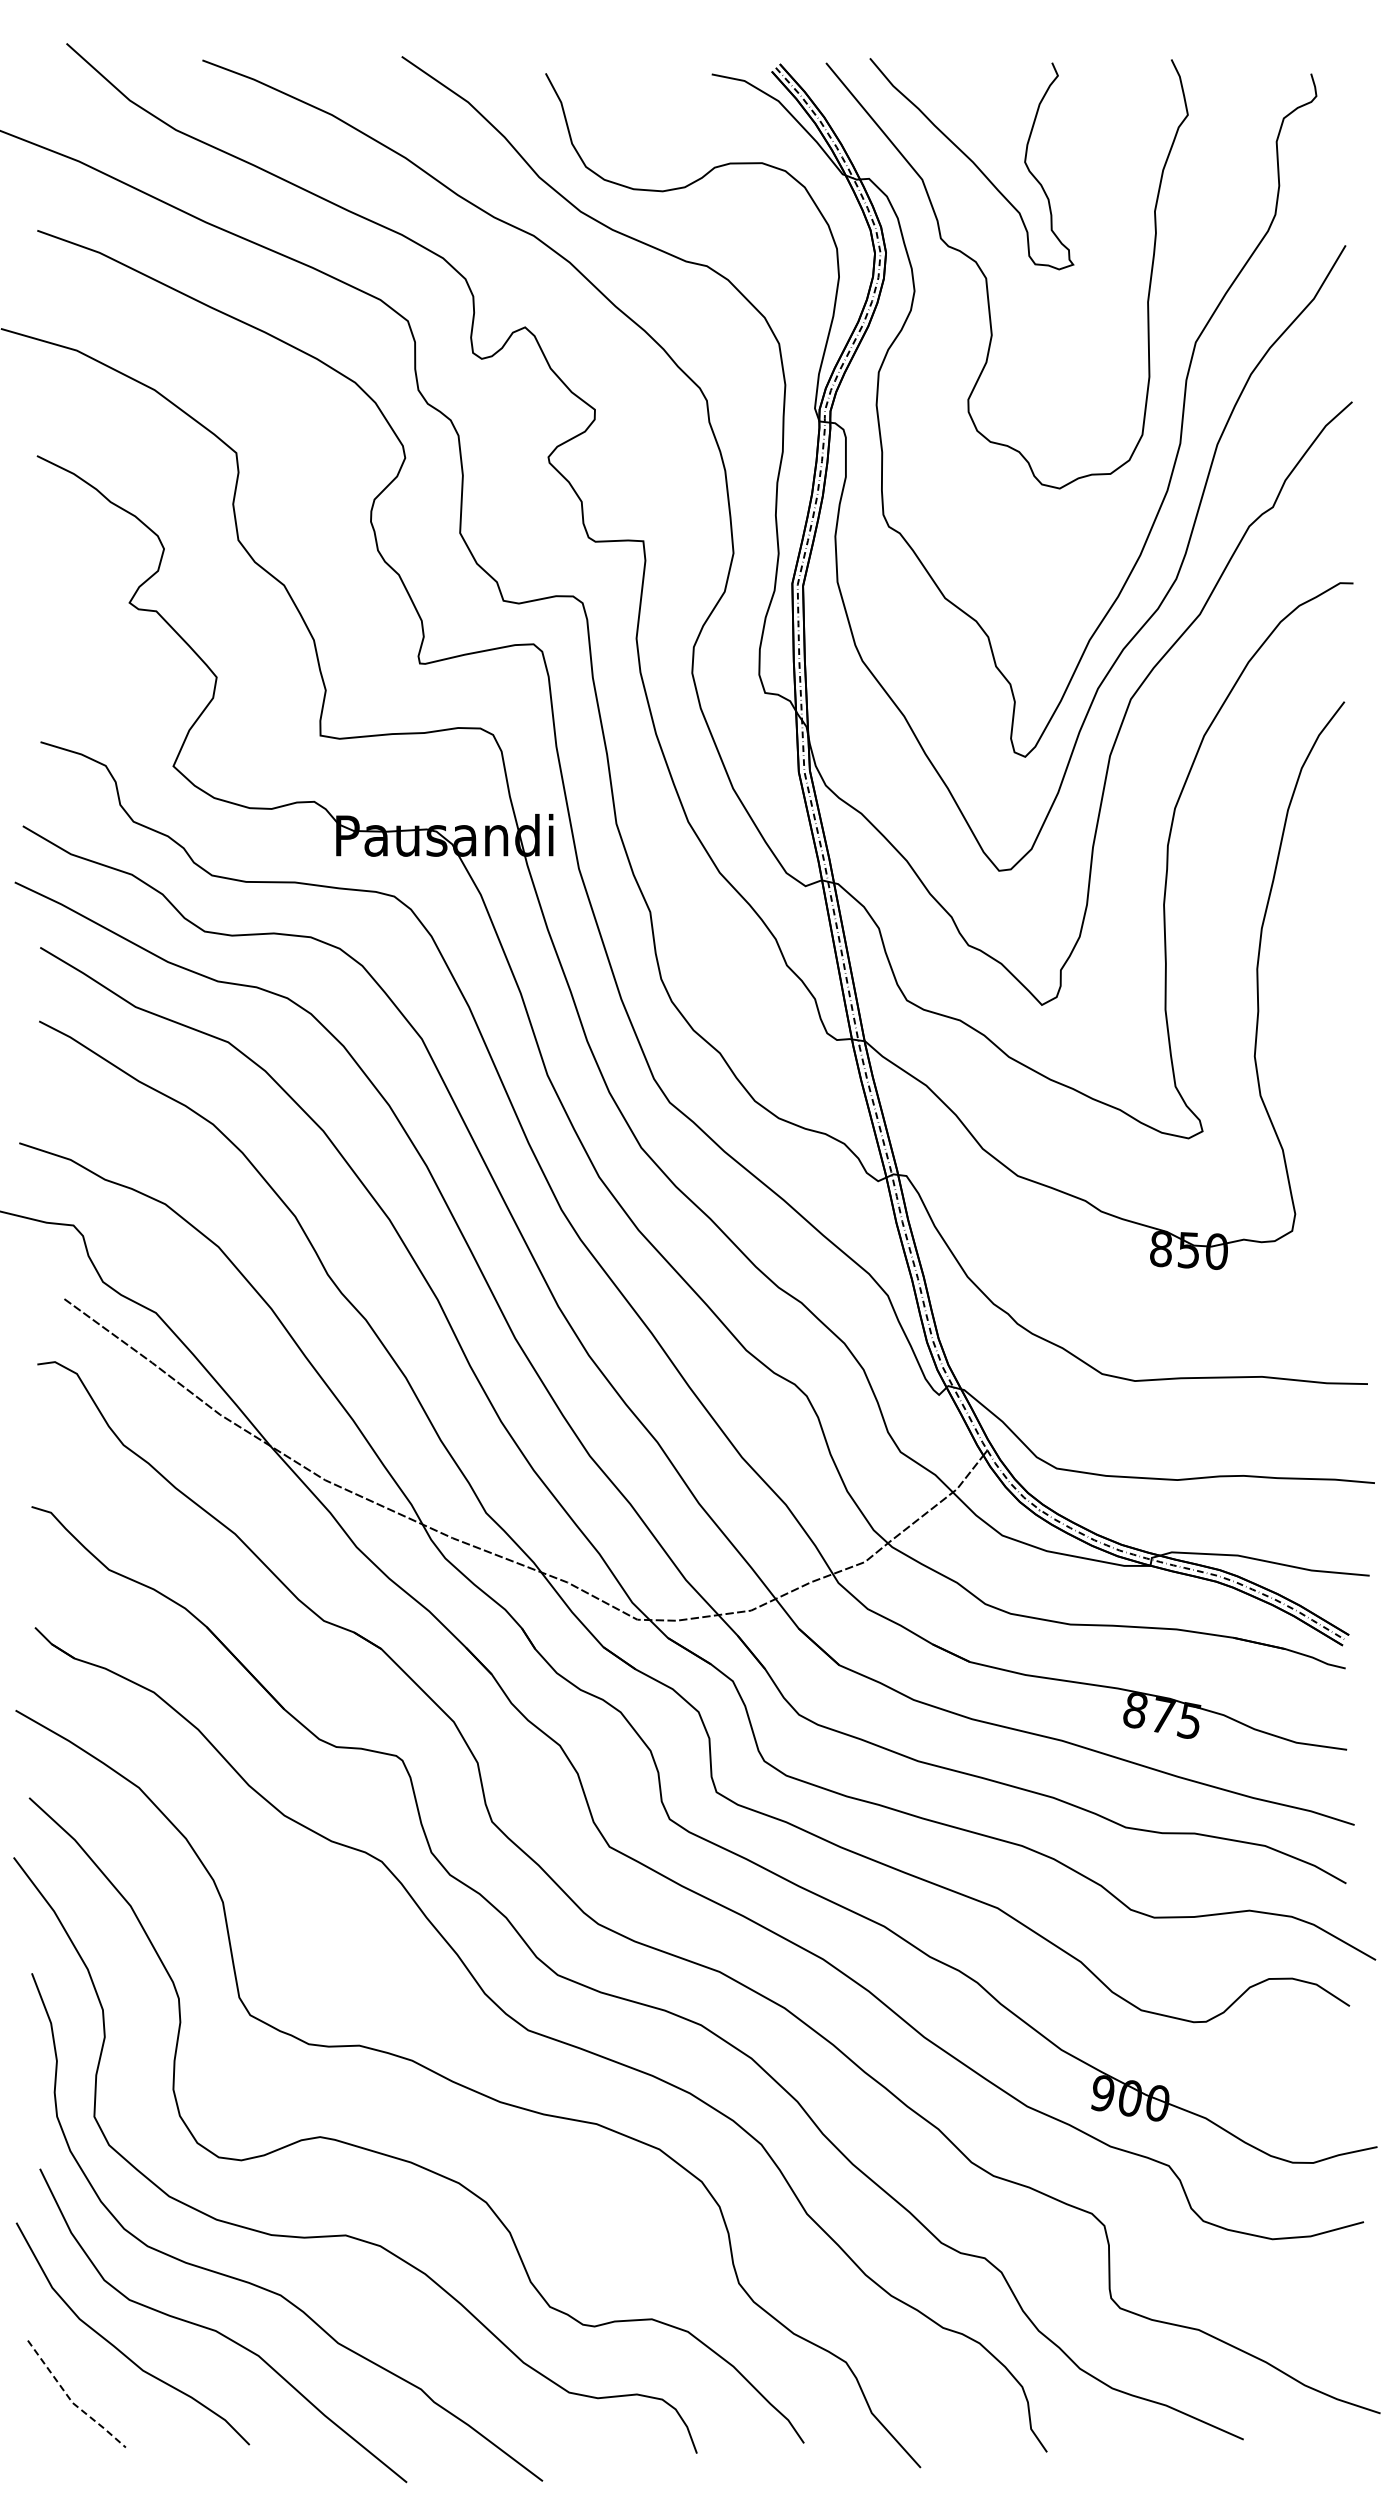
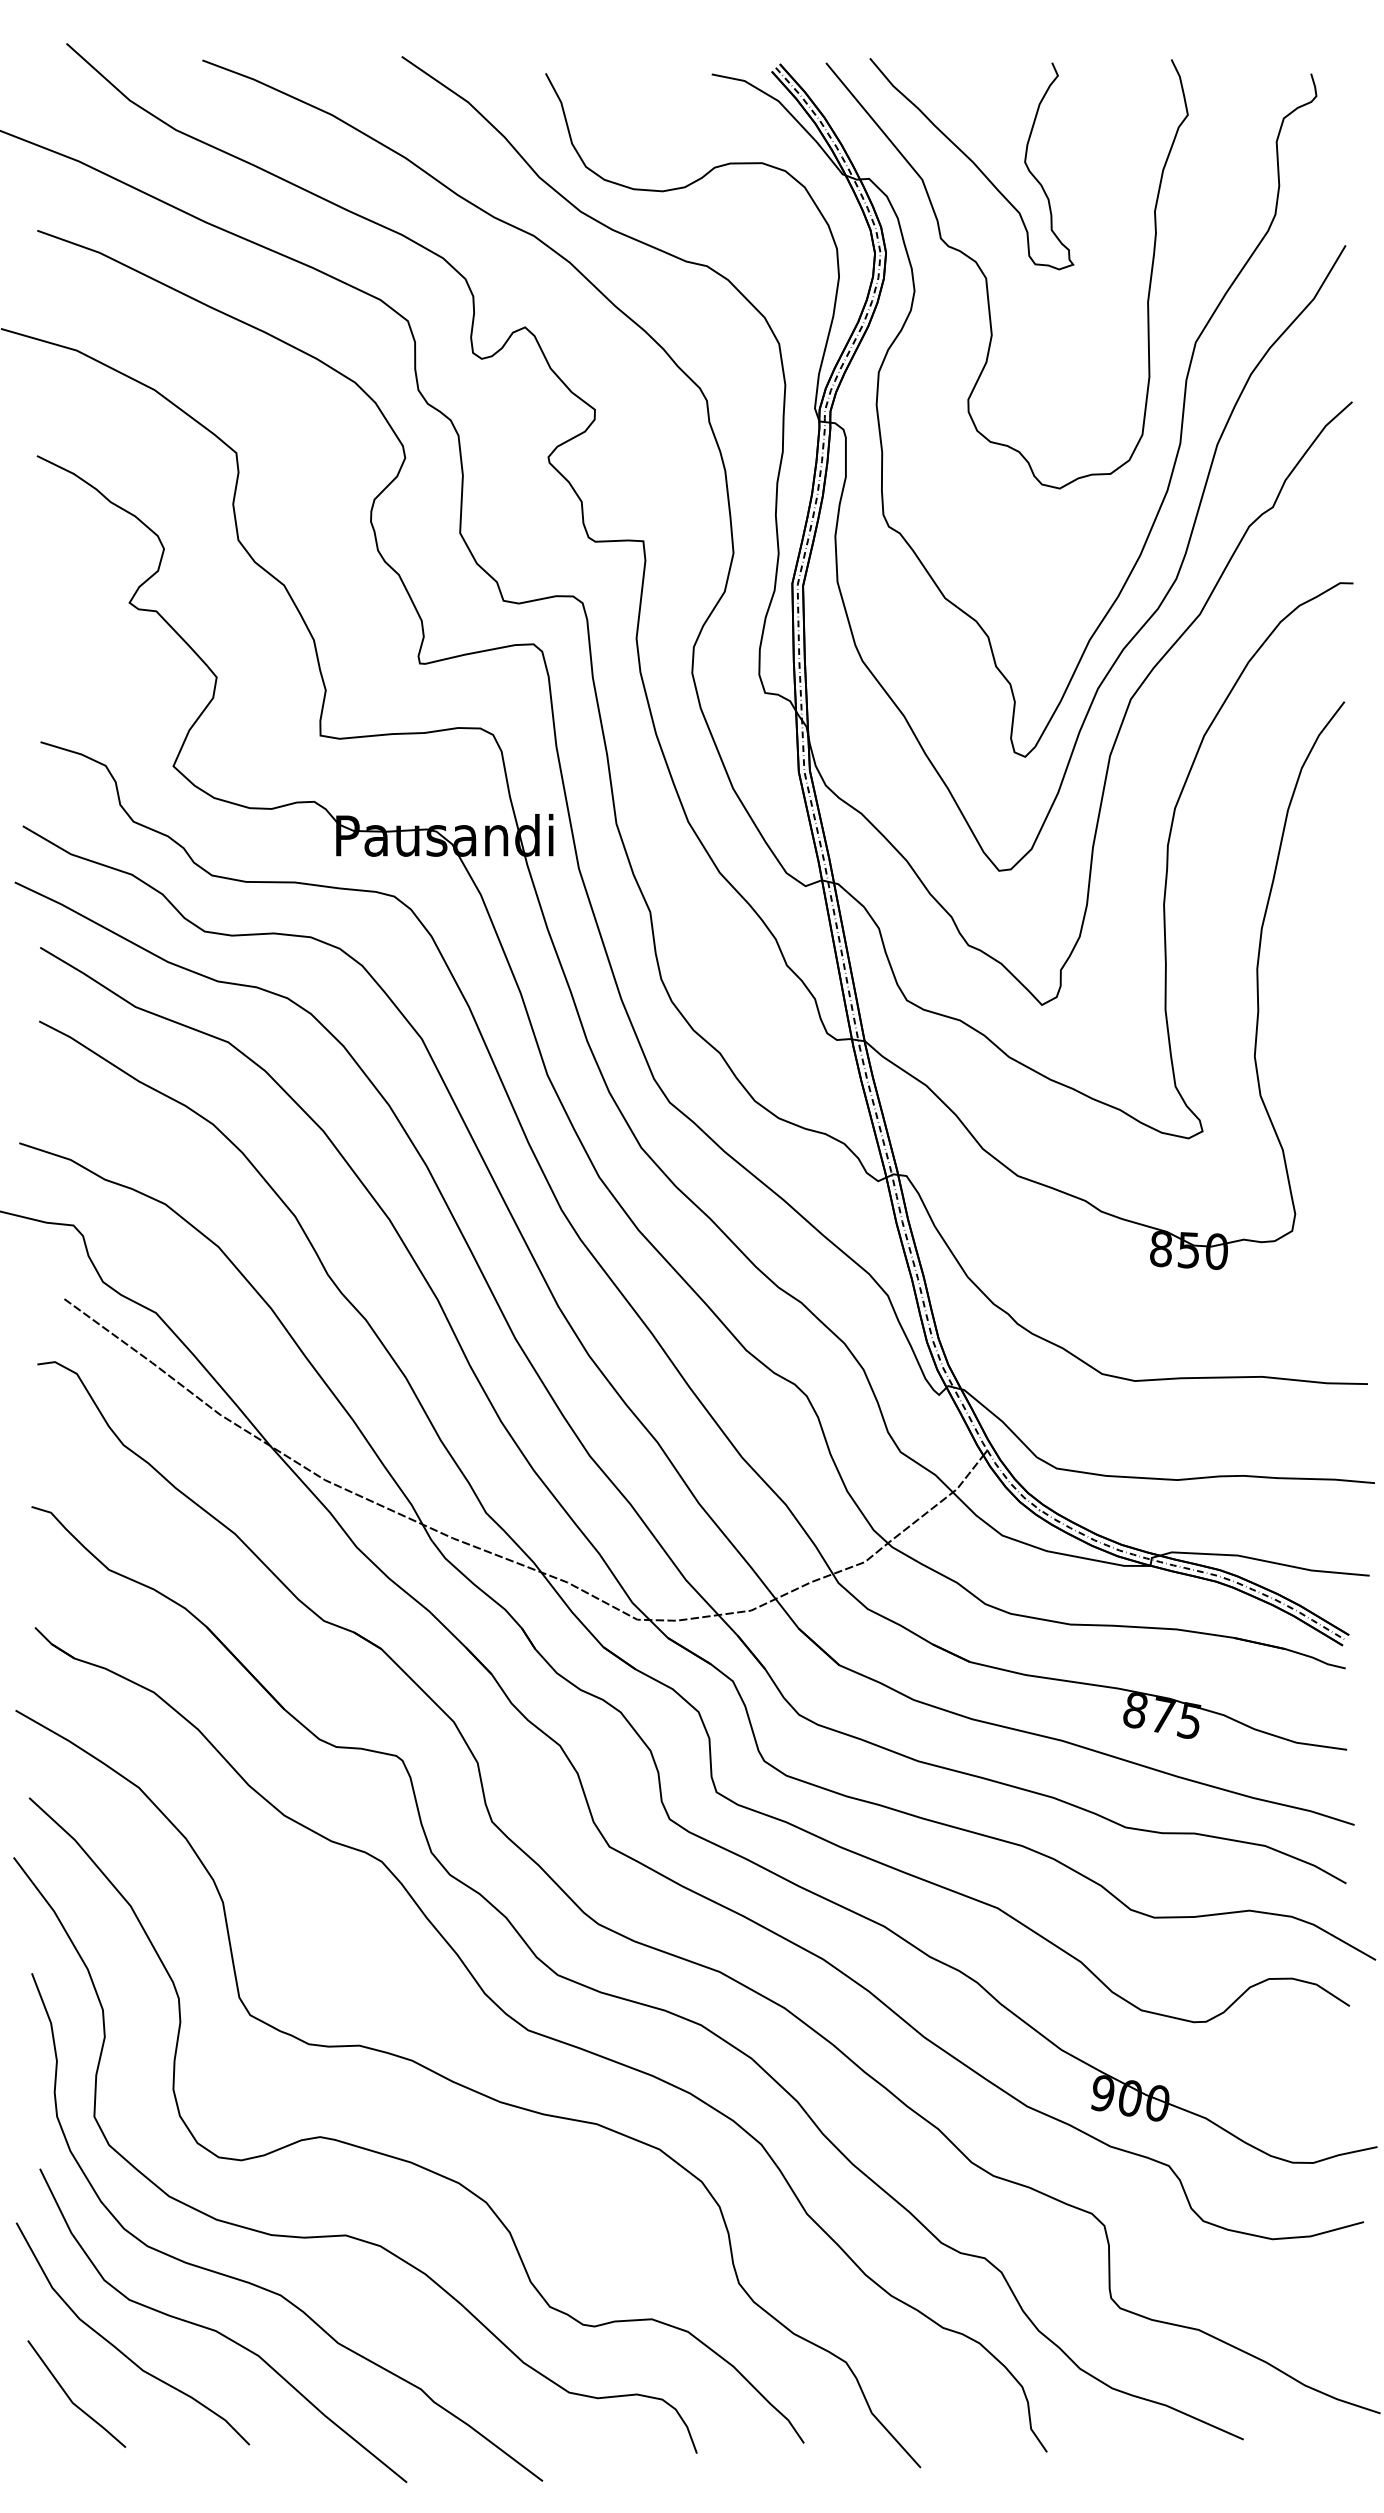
line at (71, 2401): dashed -> solid
